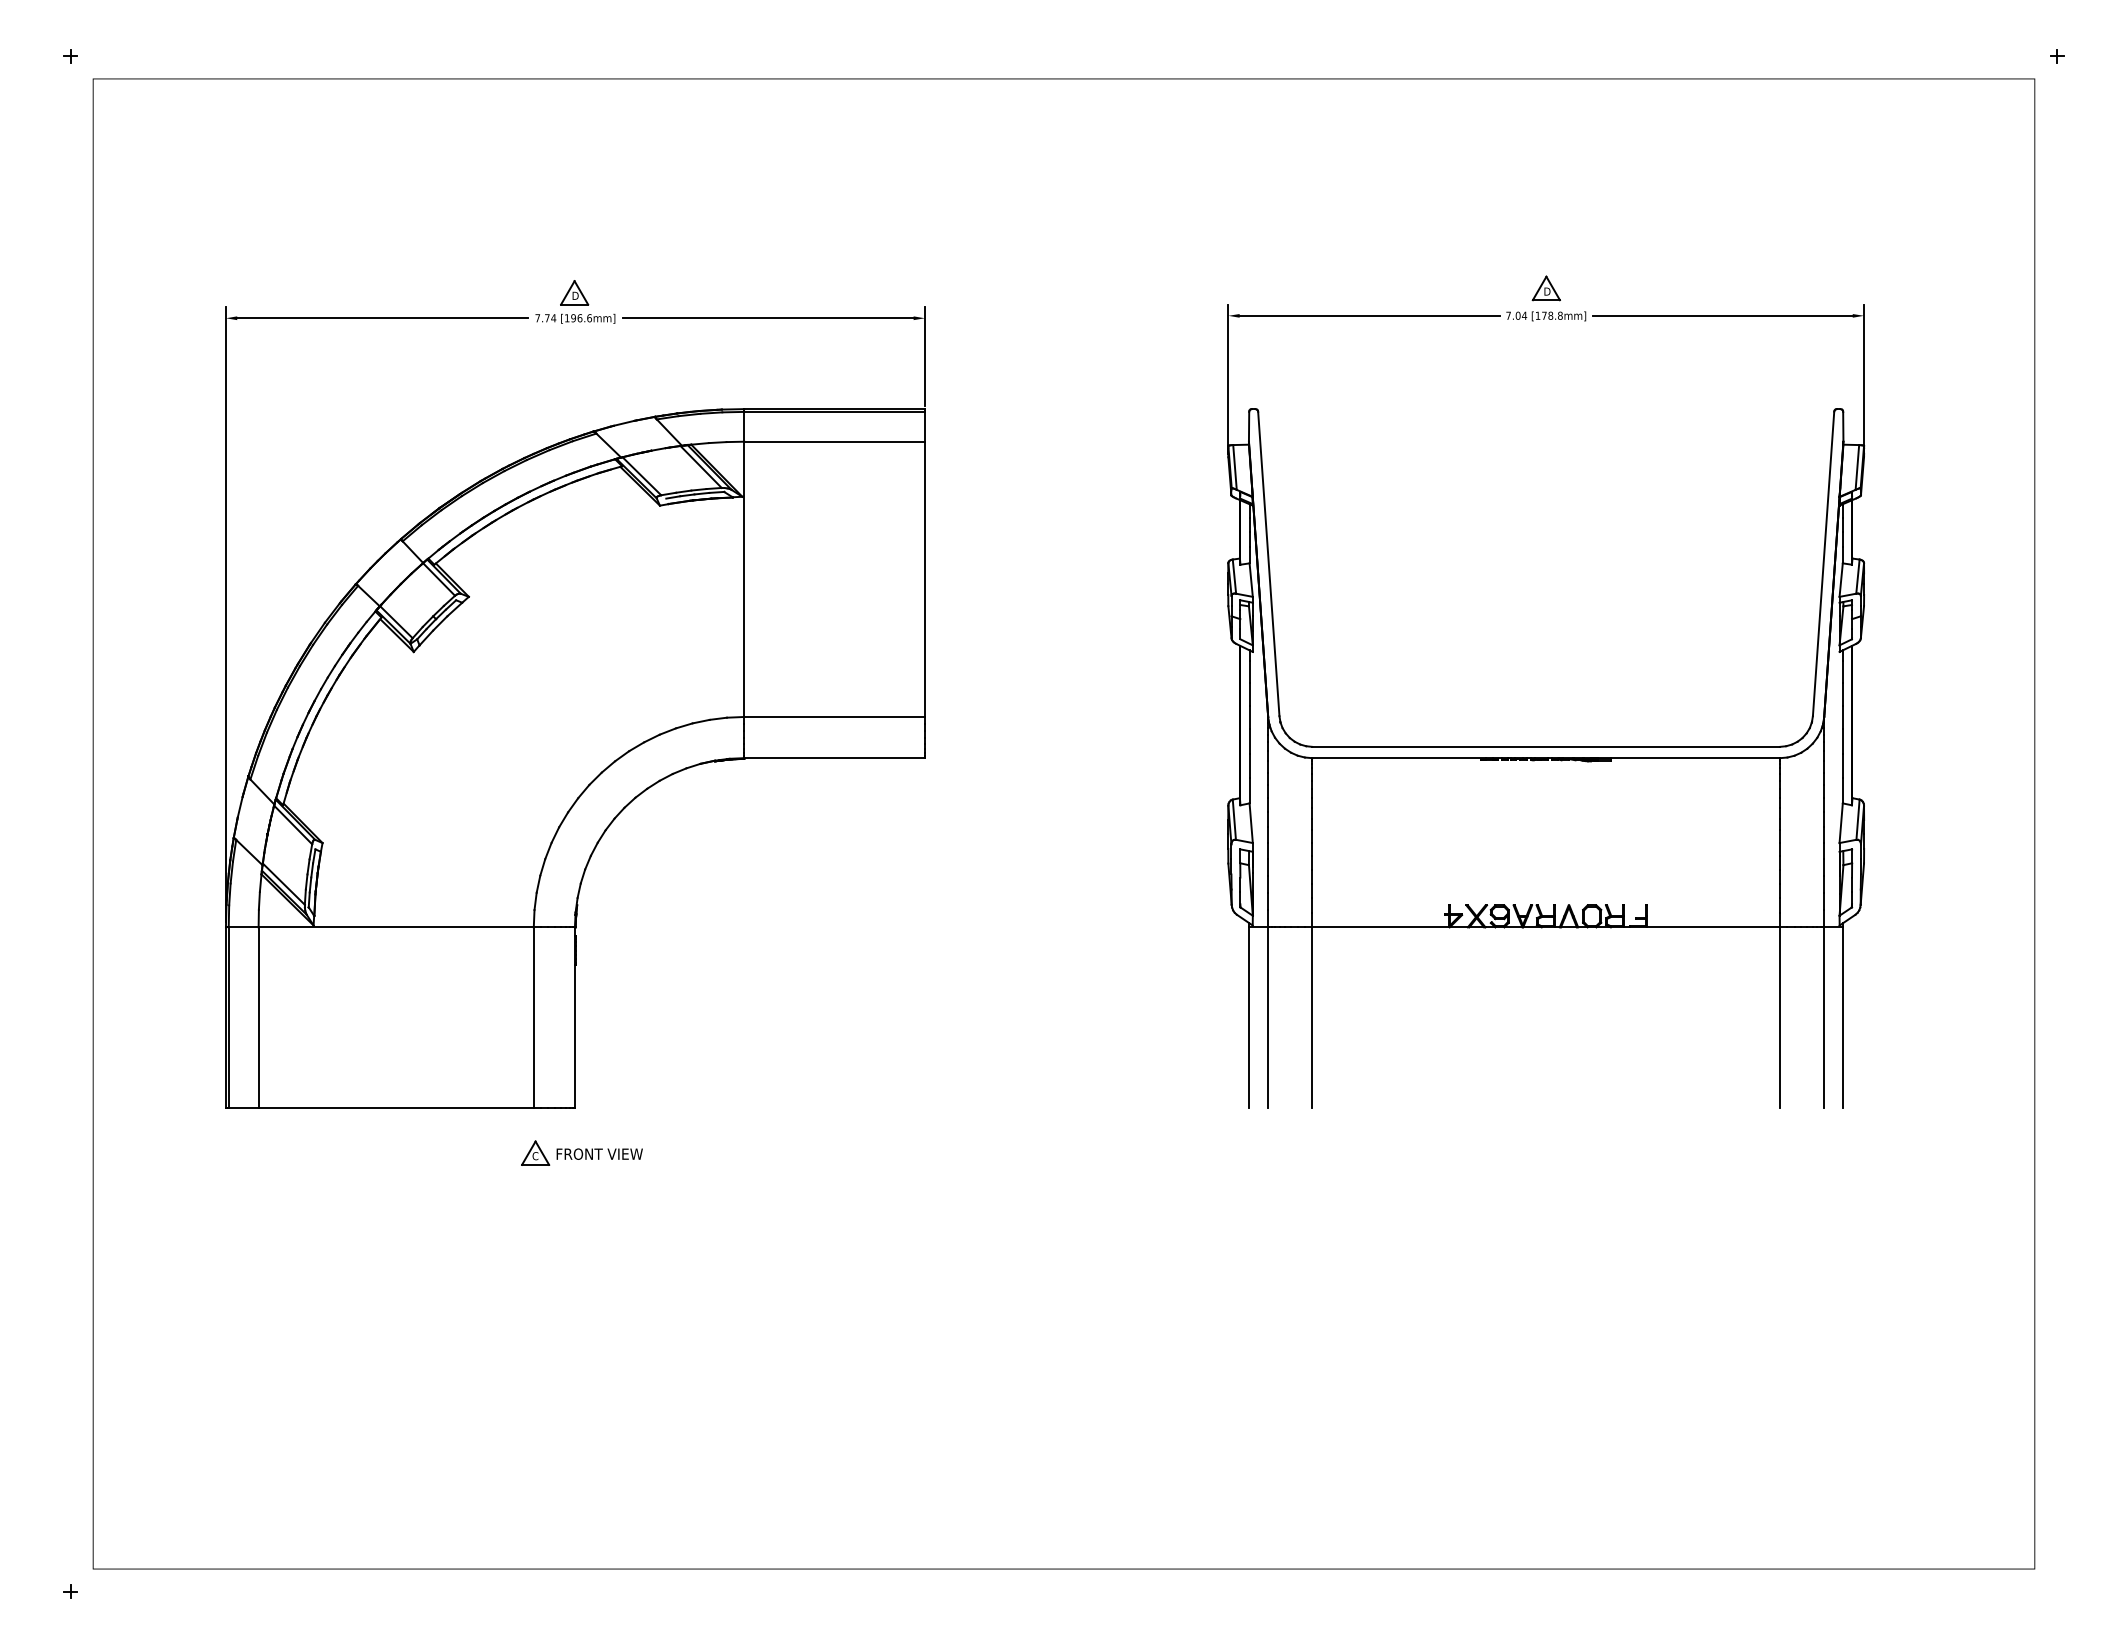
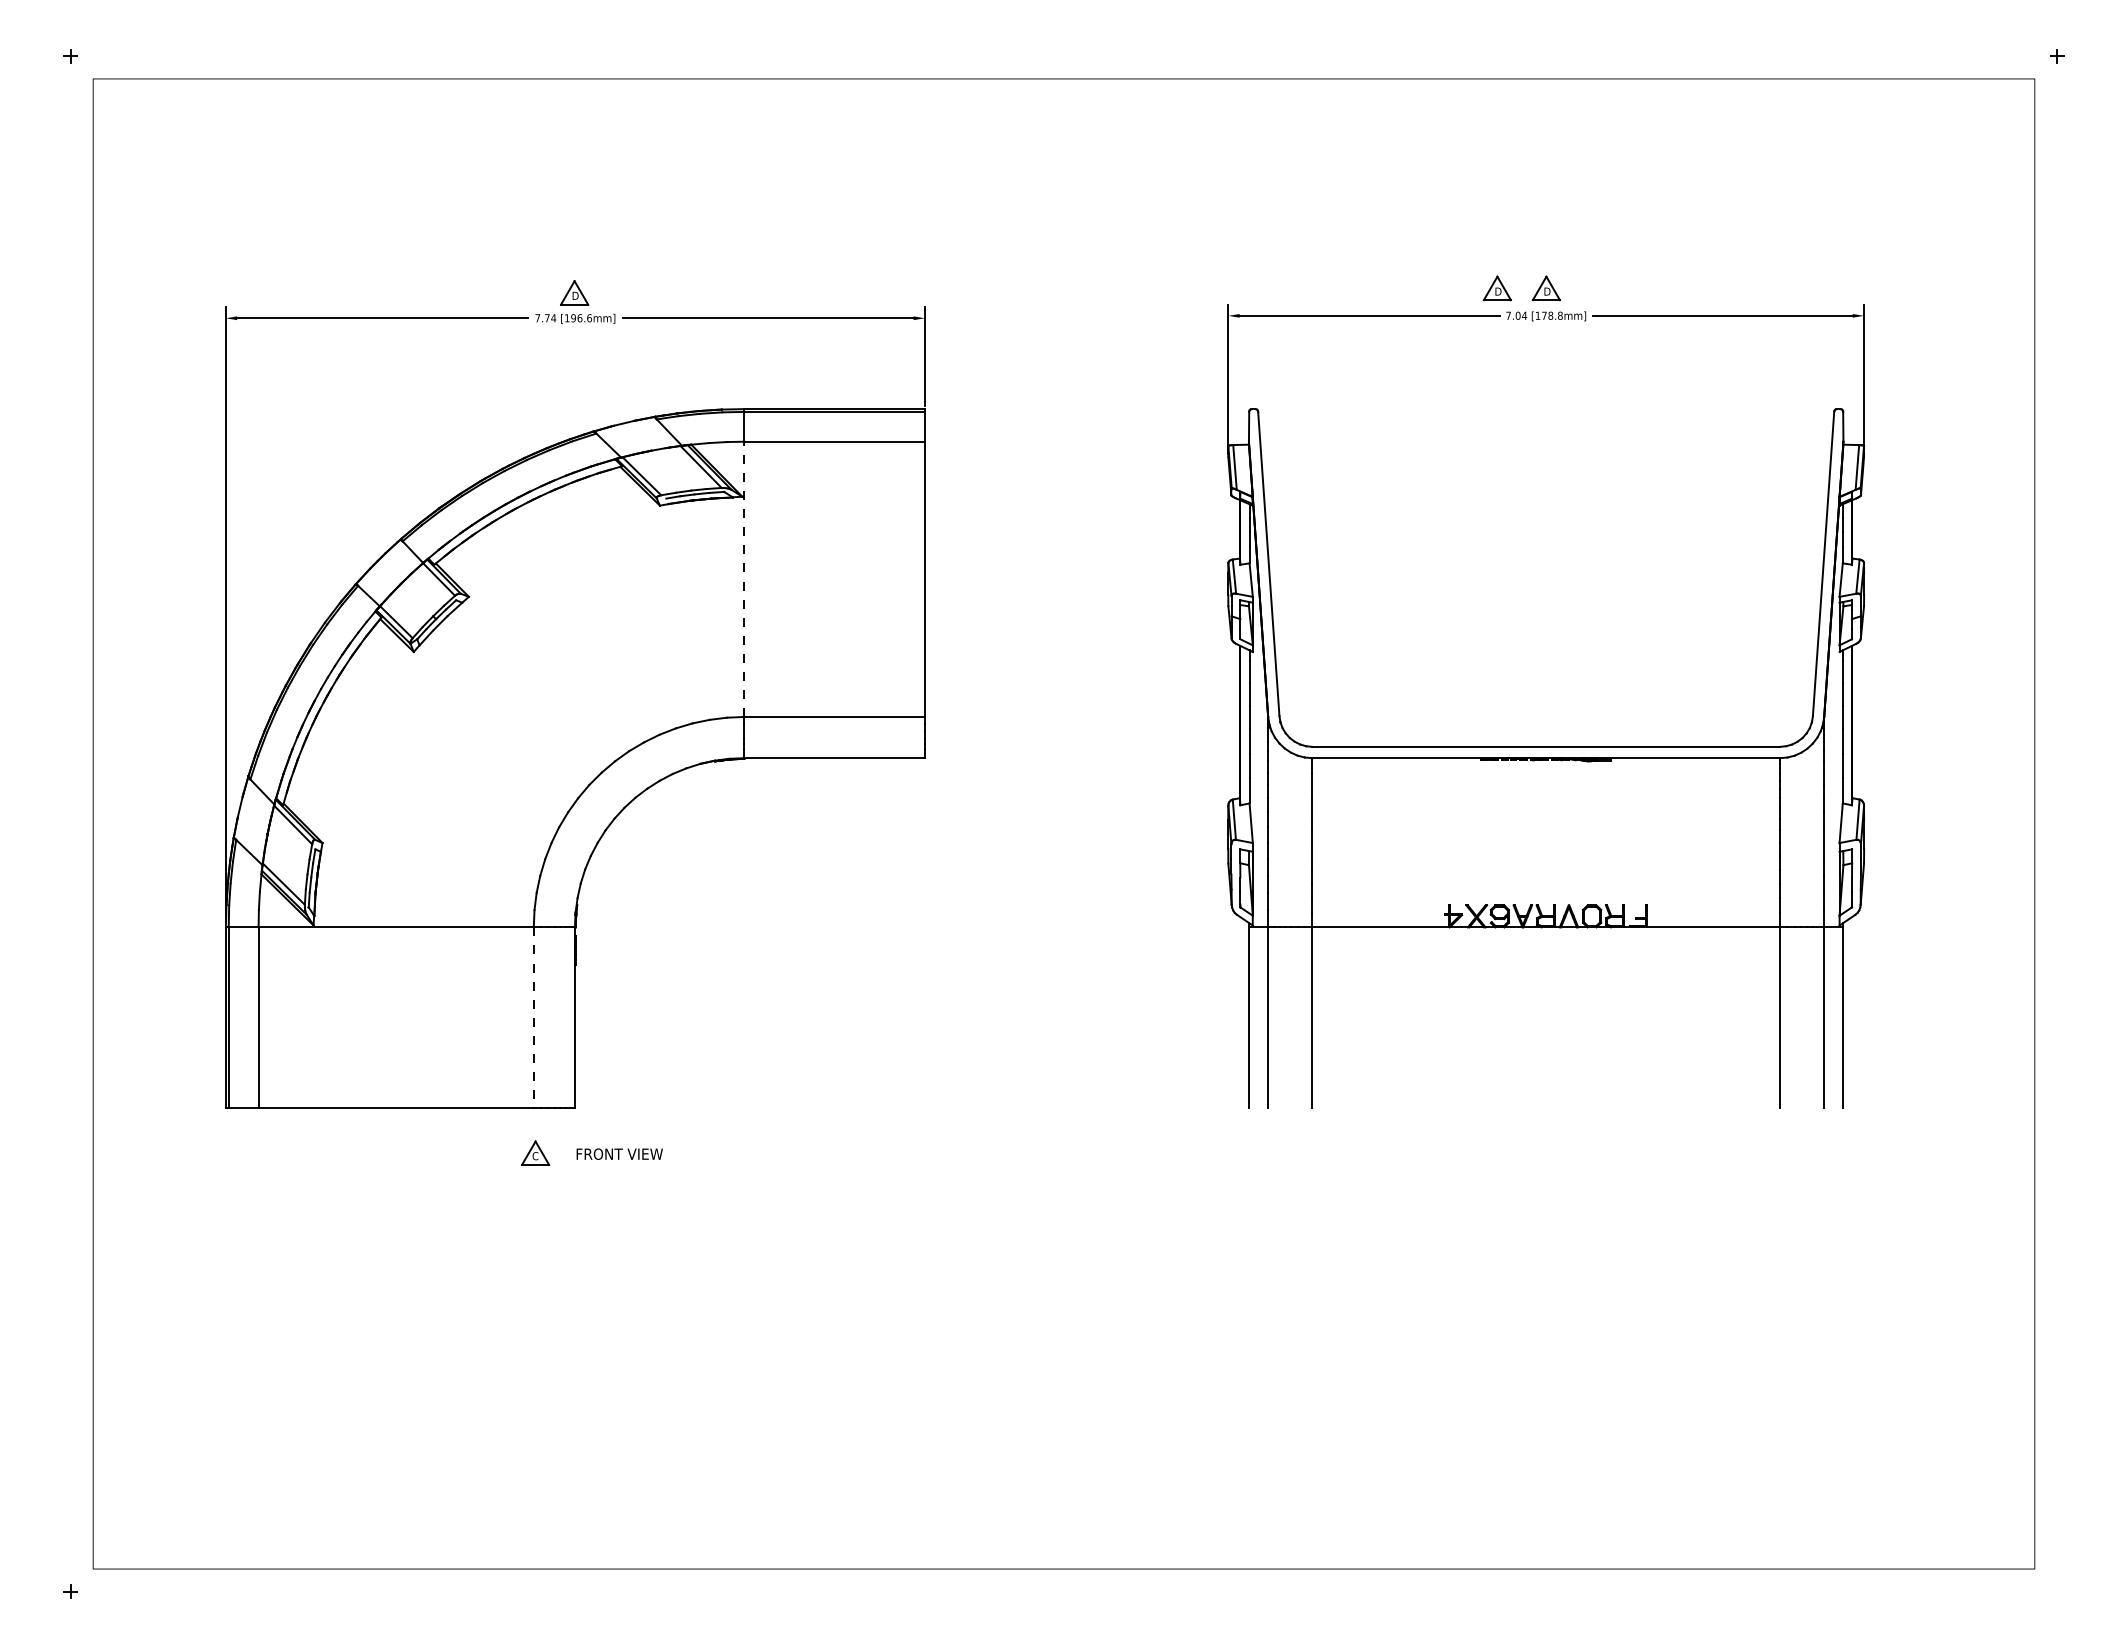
part at (1496, 288): none -> present
line at (744, 579): solid -> dashed
line at (533, 1018): solid -> dashed
text at (599, 1153) position: (599, 1153) -> (619, 1153)
